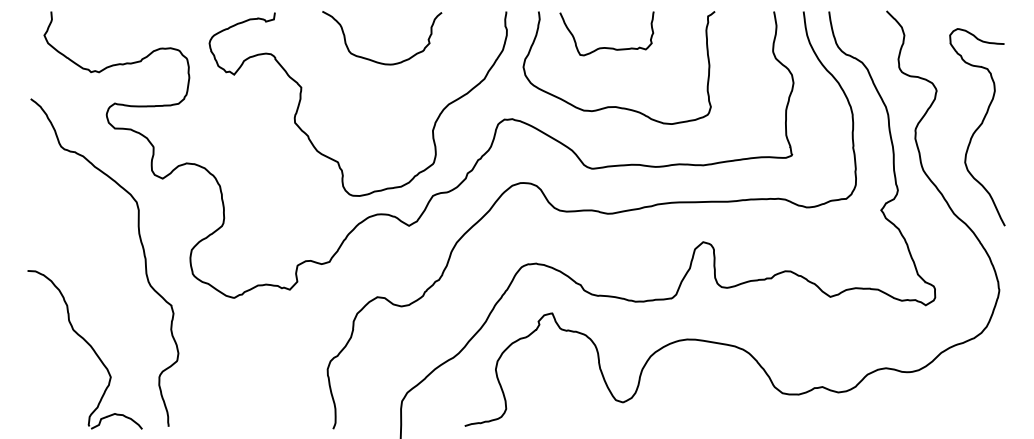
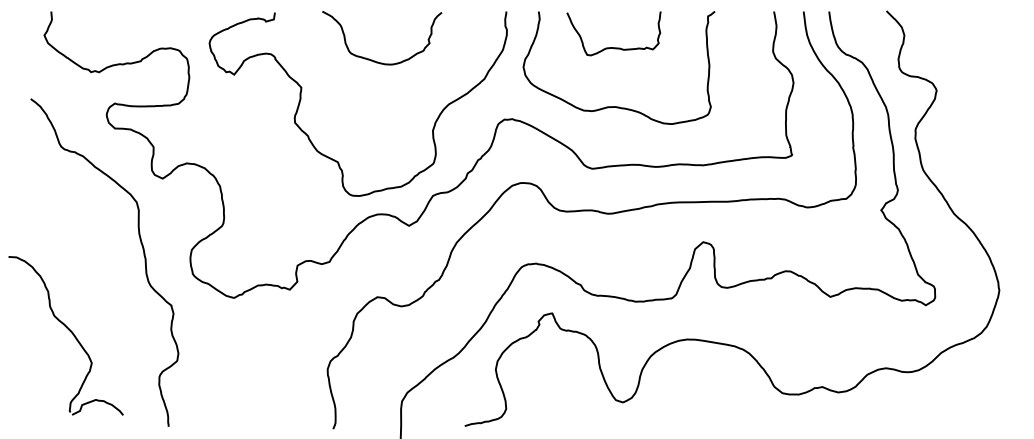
curve at (606, 47) position: (606, 47) -> (613, 47)
curve at (977, 127): present -> none
part at (84, 349) position: (84, 349) -> (65, 335)
